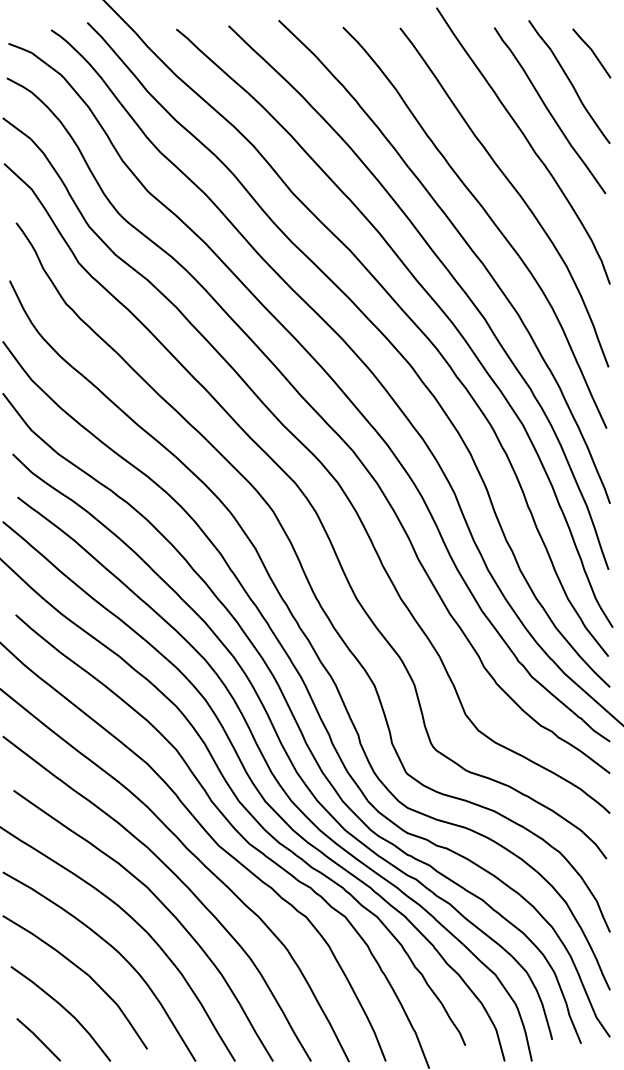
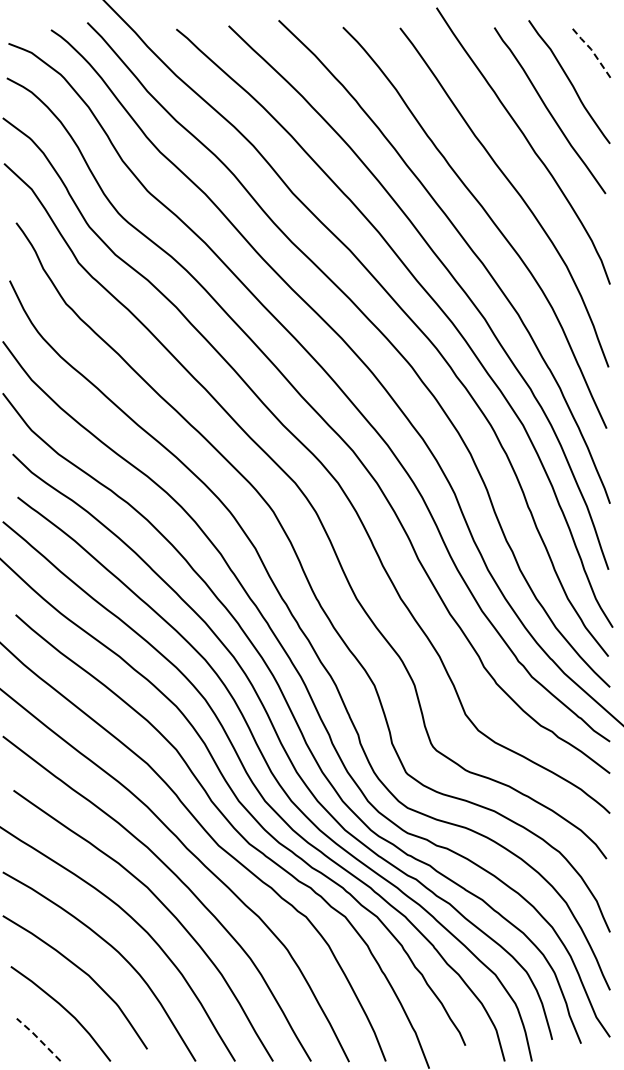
line at (592, 51): solid -> dashed
line at (38, 1038): solid -> dashed
